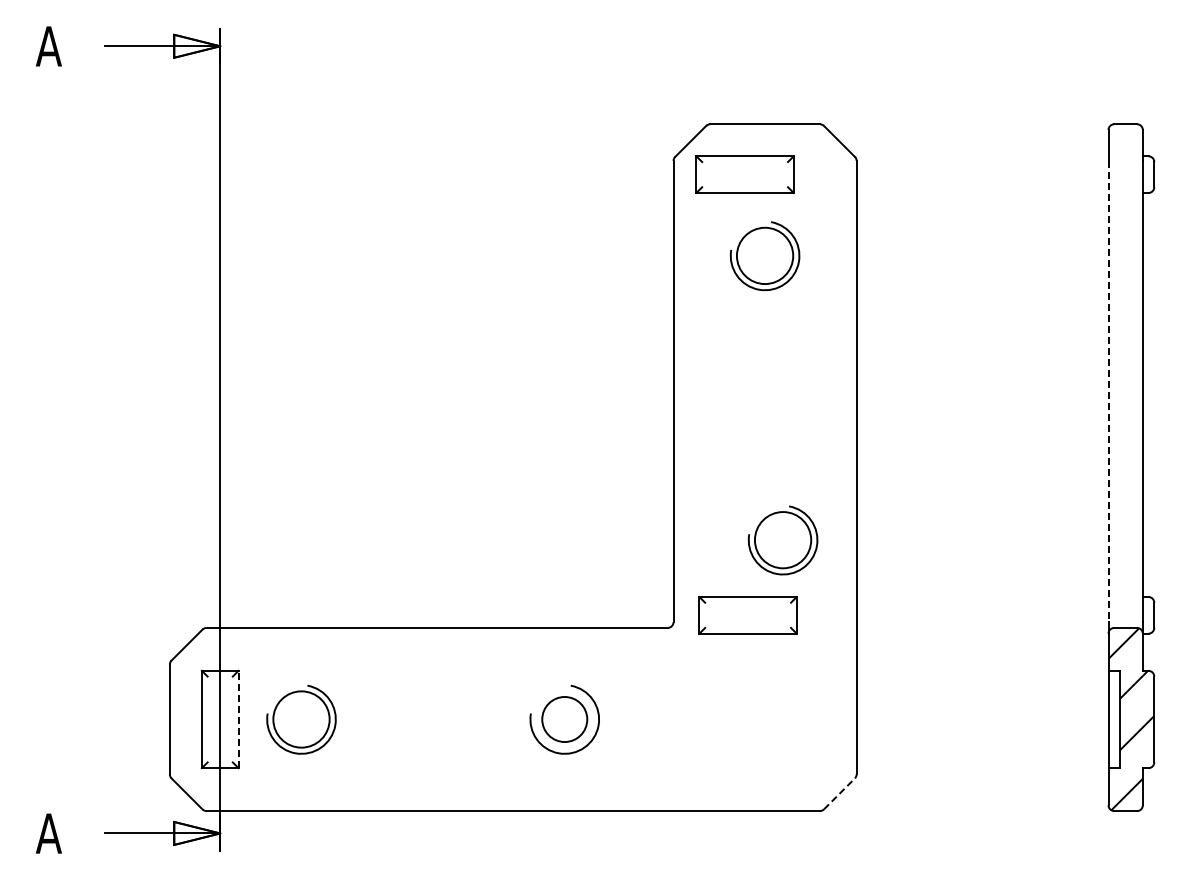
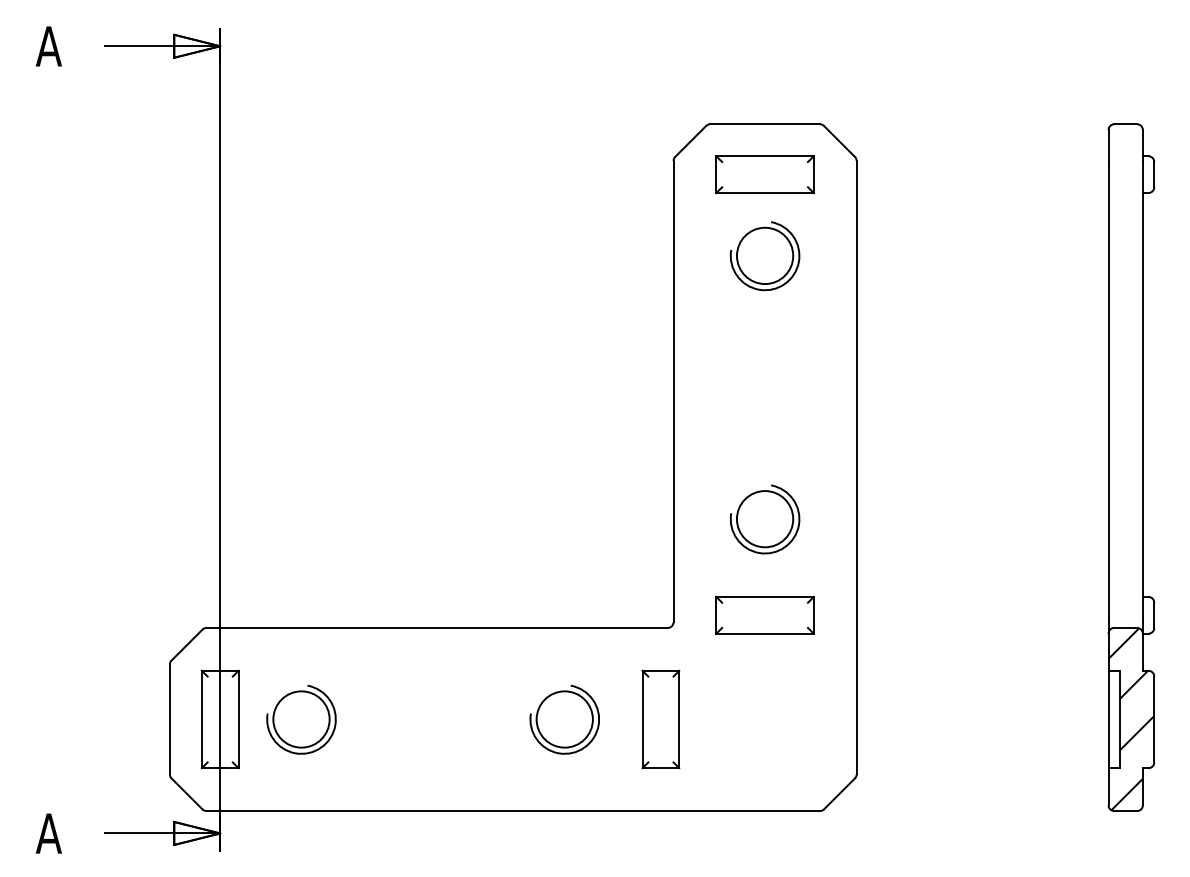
part at (744, 174) position: (744, 174) -> (764, 174)
line at (1108, 391): dashed -> solid
part at (782, 540) position: (782, 540) -> (764, 519)
part at (747, 615) position: (747, 615) -> (764, 615)
line at (238, 719): dashed -> solid
circle at (564, 719) diameter: 45 px -> 56 px
part at (660, 719): none -> present
line at (839, 793): dashed -> solid
